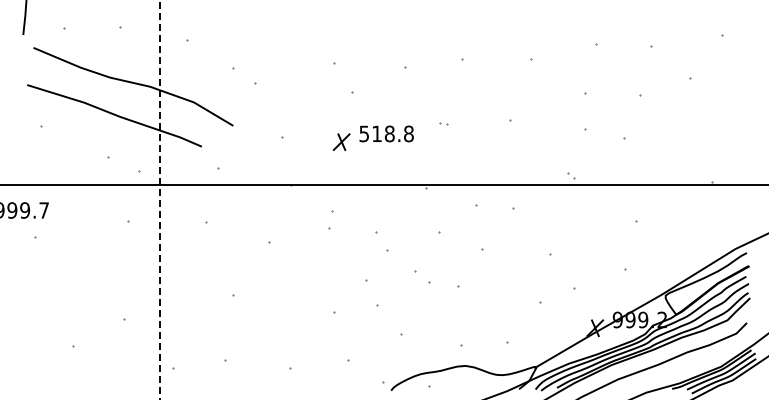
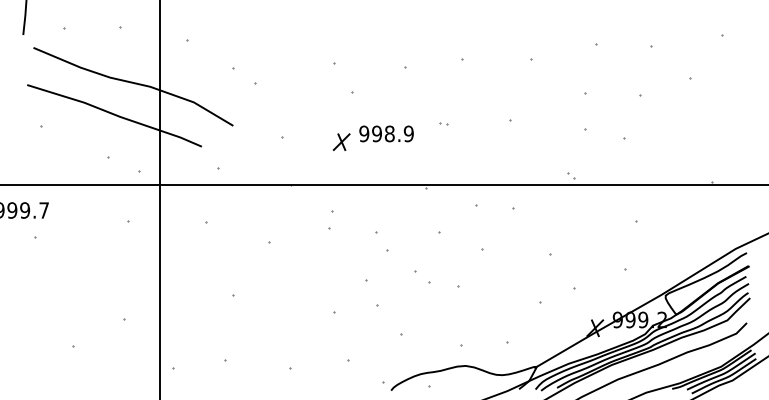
text at (386, 133): 518.8 -> 998.9
line at (159, 200): dashed -> solid
